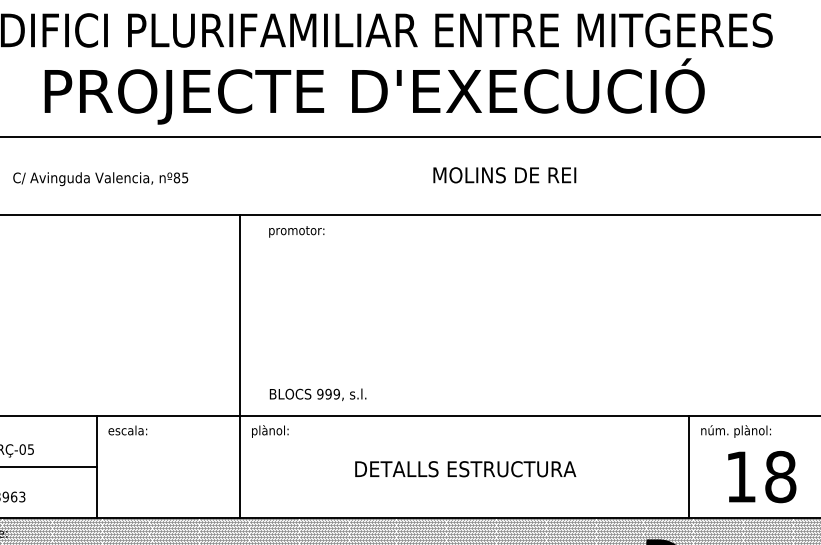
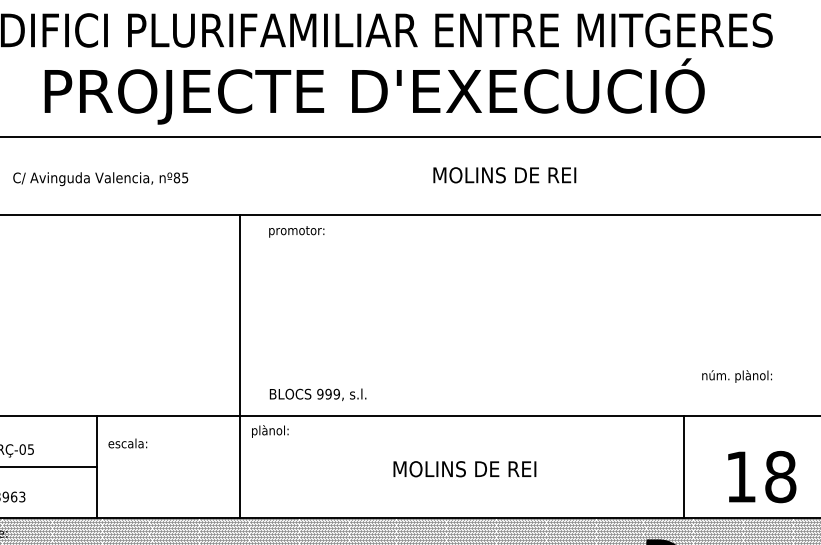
text at (127, 430) position: (127, 430) -> (127, 443)
text at (735, 431) position: (735, 431) -> (736, 376)
line at (688, 466) position: (688, 466) -> (683, 466)
text at (465, 469): DETALLS ESTRUCTURA -> MOLINS DE REI
